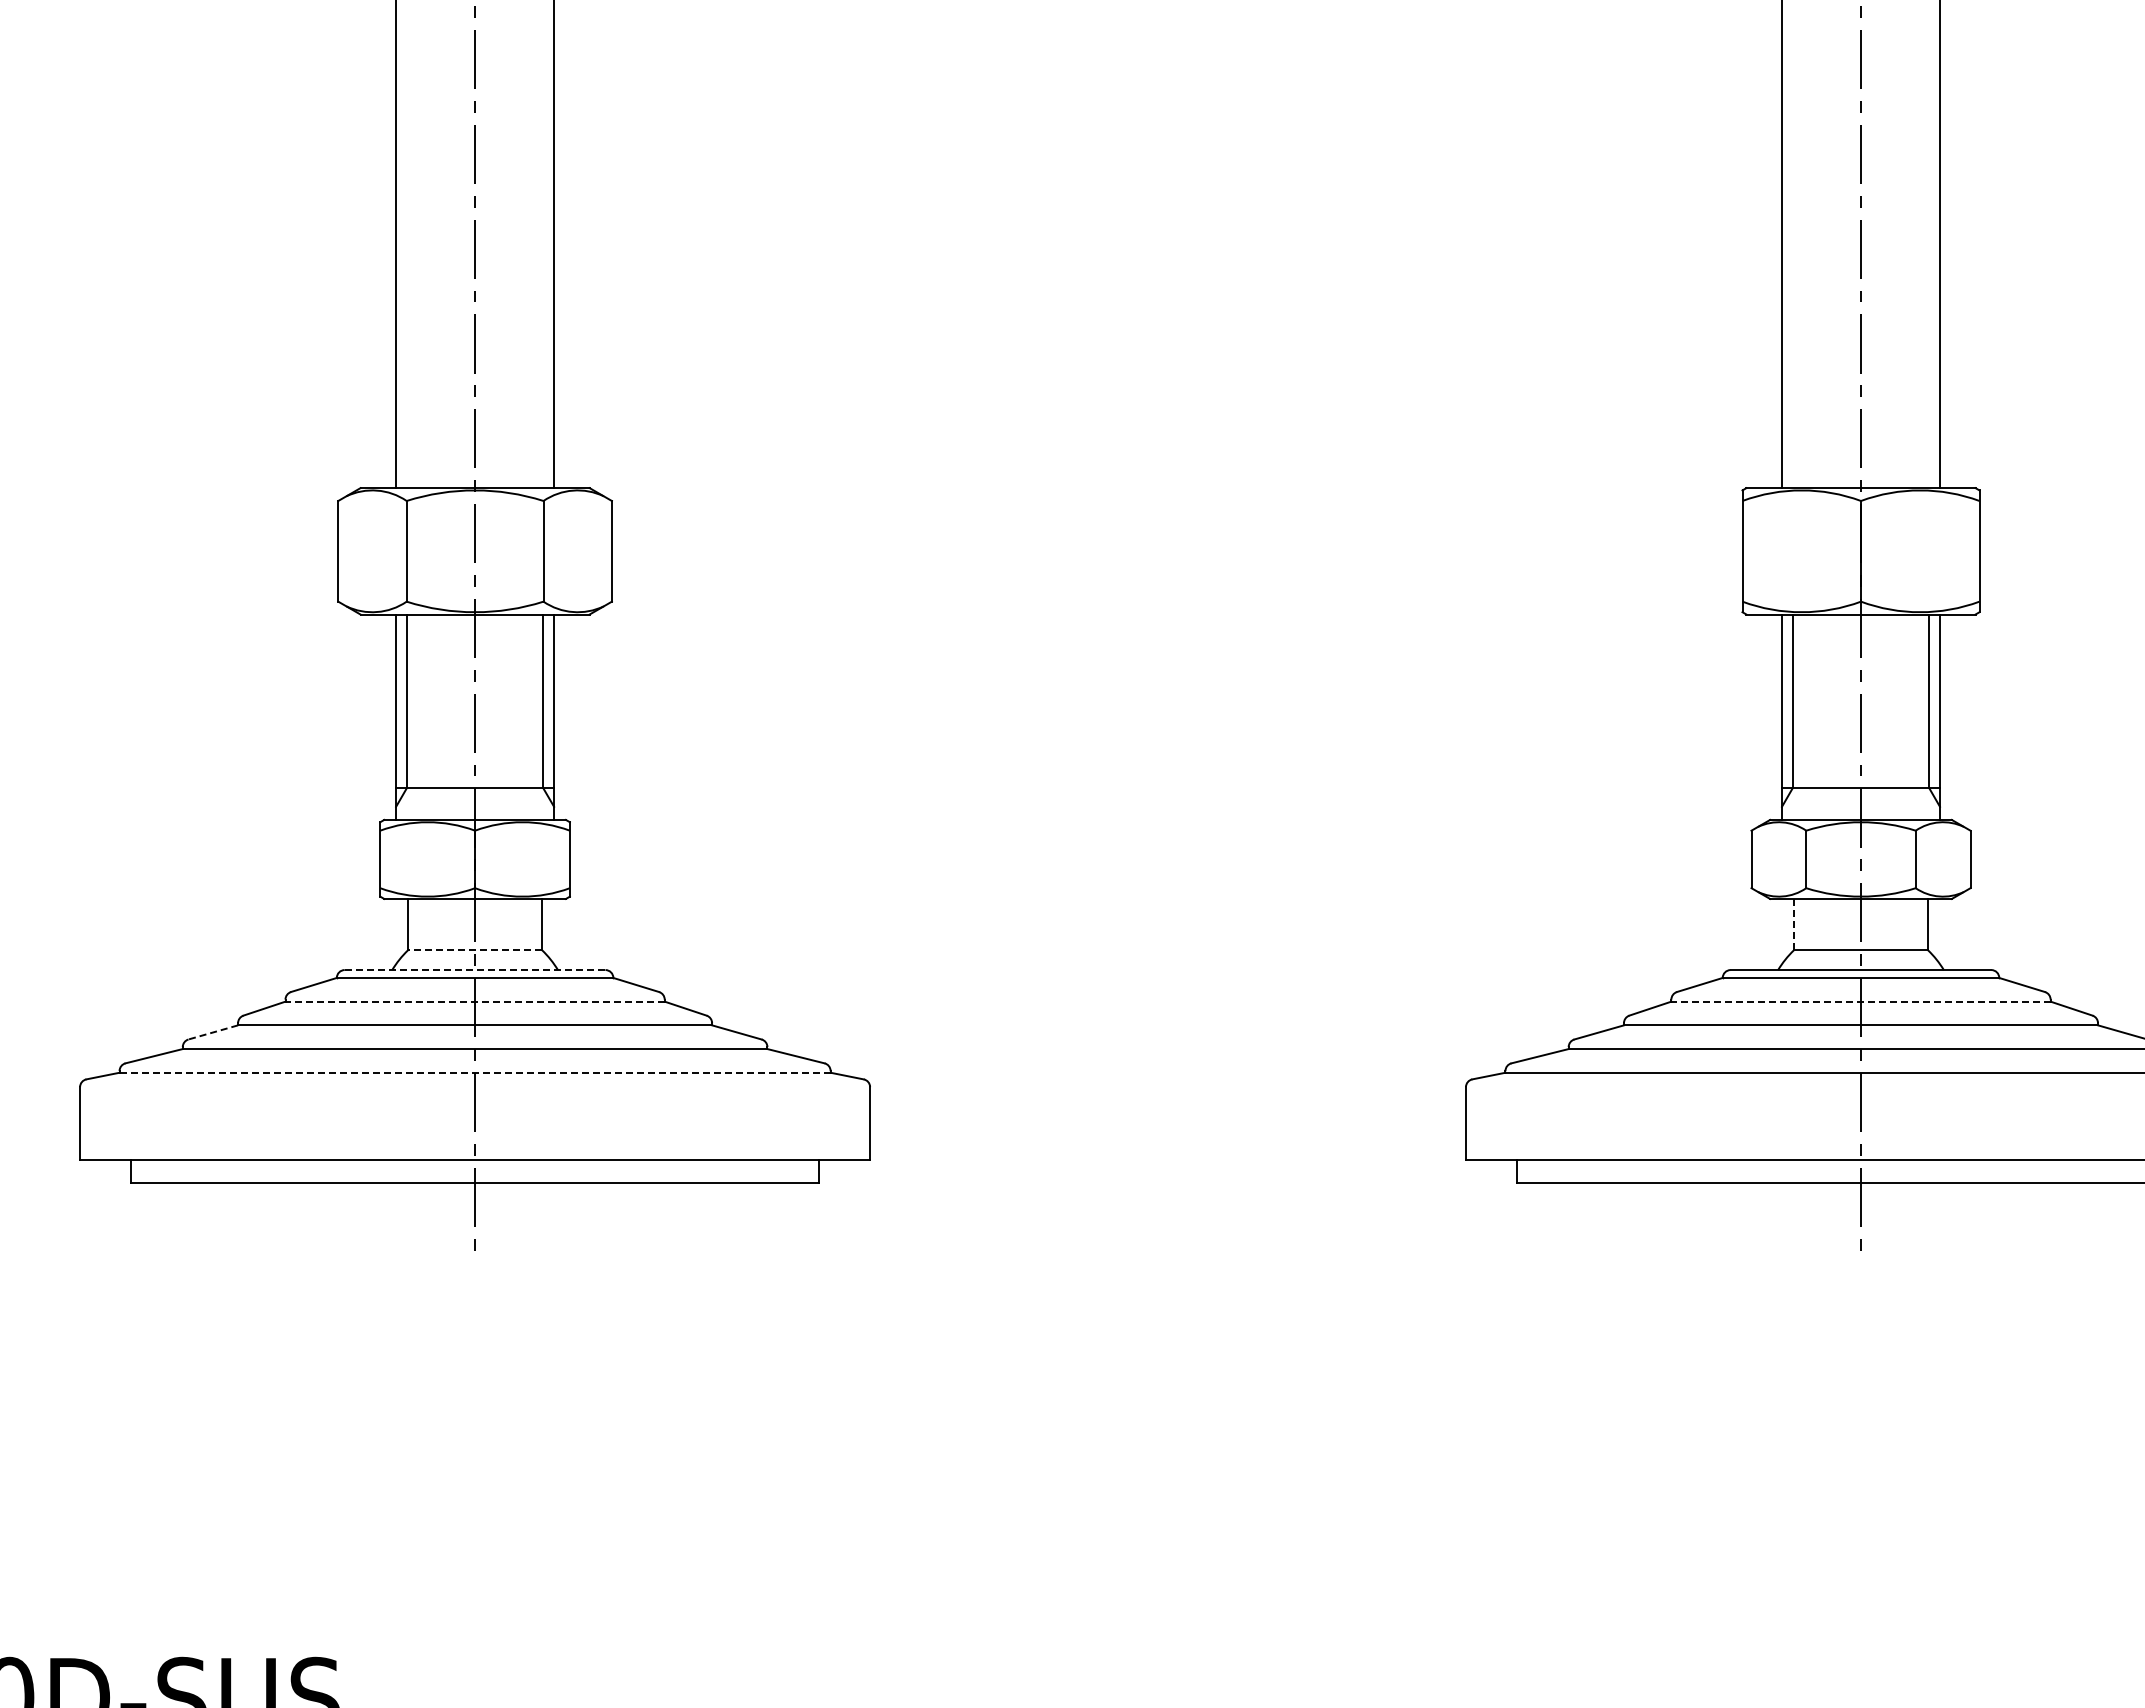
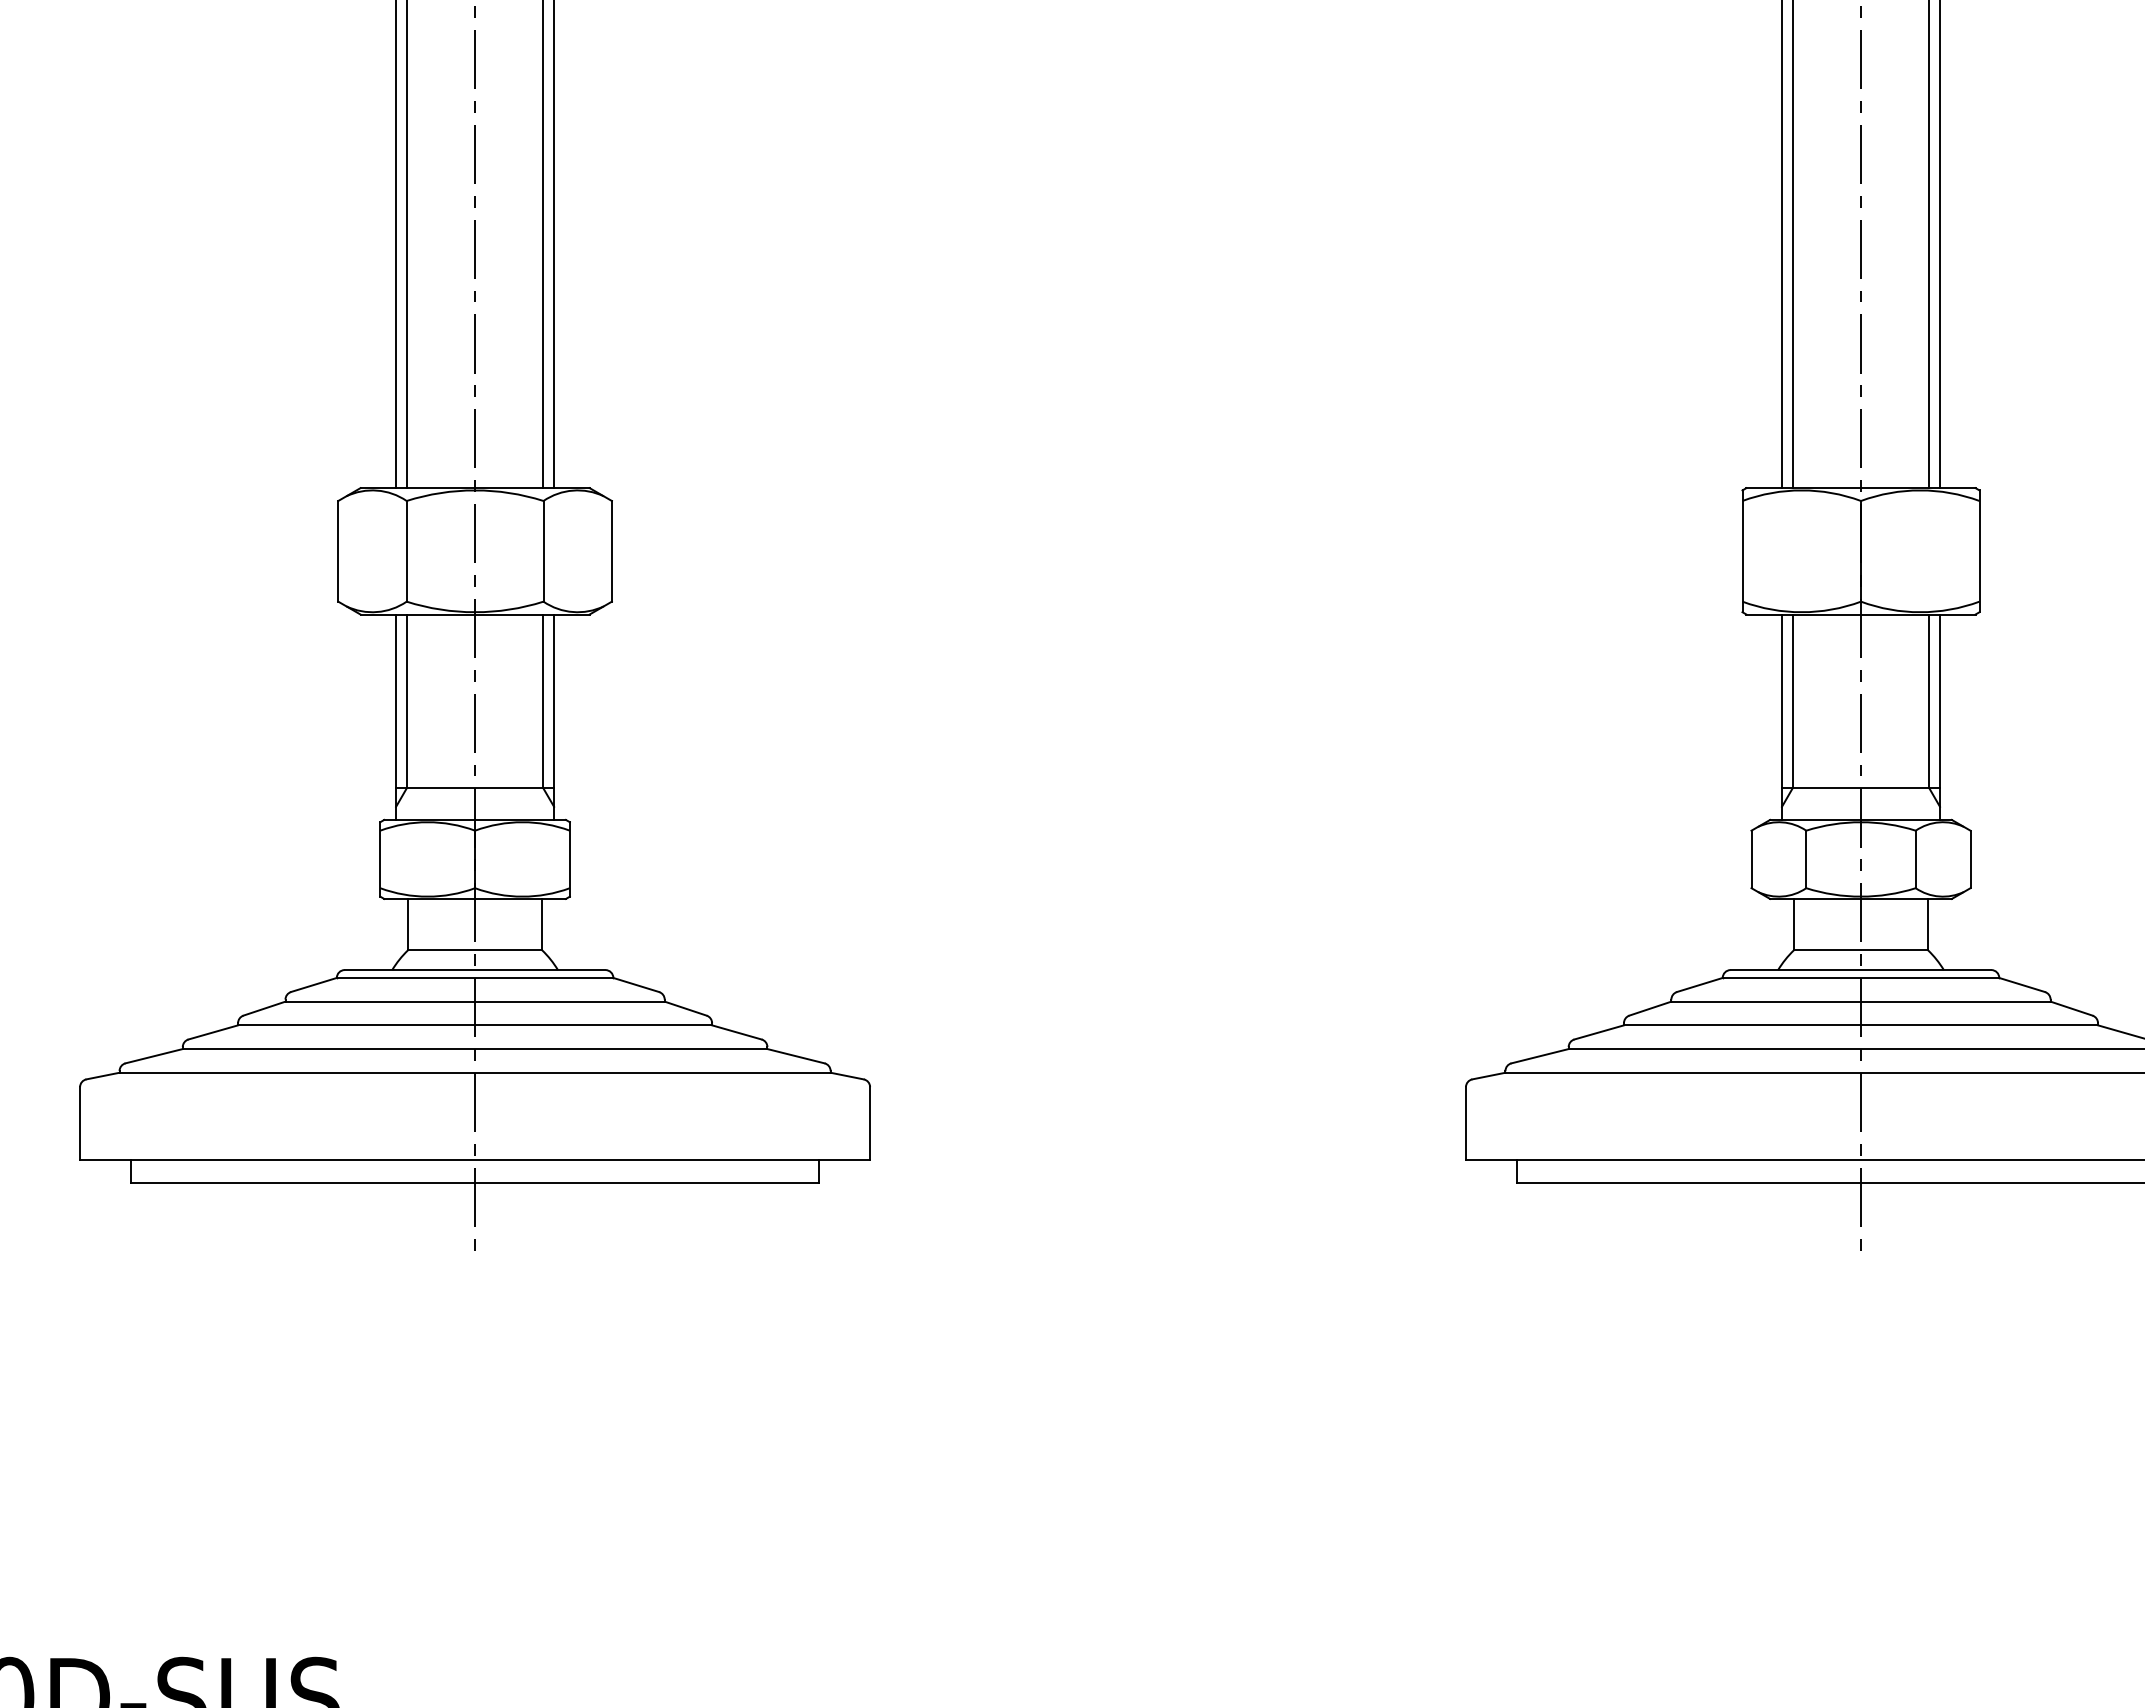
line at (406, 245): none -> present
line at (543, 245): none -> present
line at (1792, 245): none -> present
line at (1929, 245): none -> present
line at (1793, 924): dashed -> solid
line at (474, 950): dashed -> solid
line at (474, 970): dashed -> solid
line at (475, 1001): dashed -> solid
line at (1861, 1001): dashed -> solid
line at (213, 1032): dashed -> solid
line at (475, 1072): dashed -> solid
